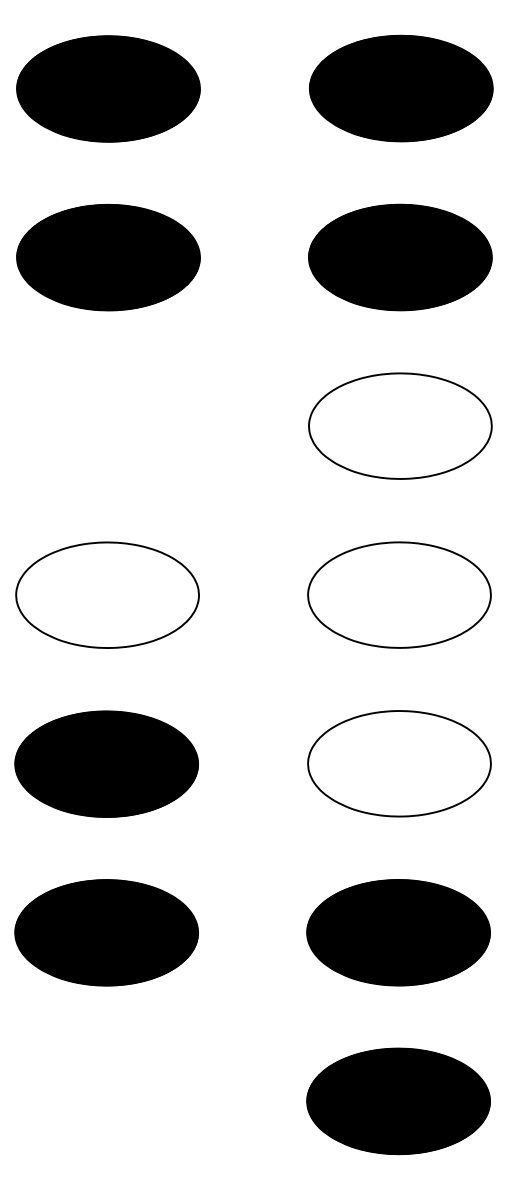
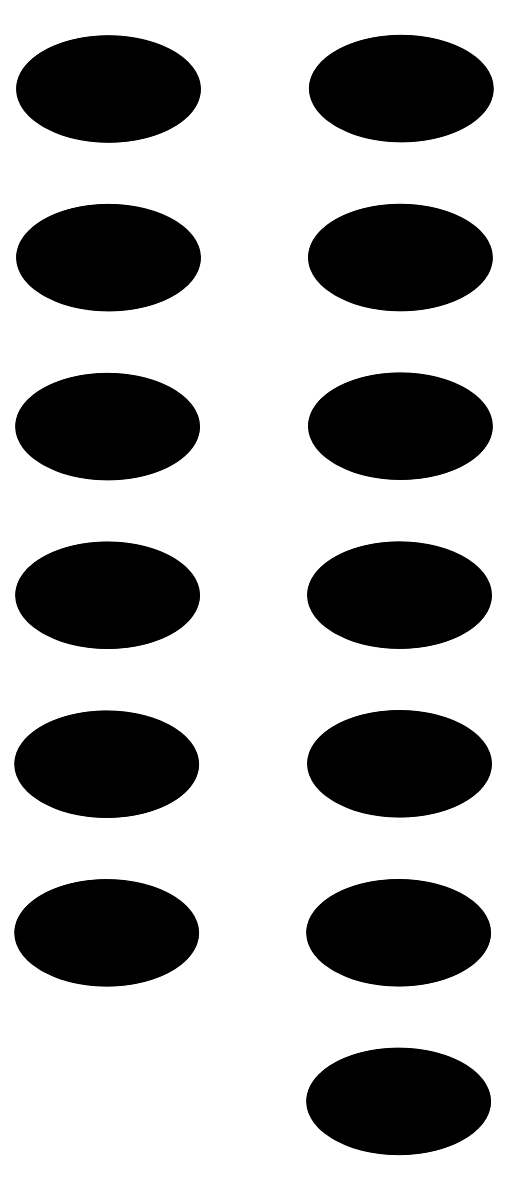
hatch at (400, 425): none -> present
part at (107, 426): none -> present
hatch at (399, 594): none -> present
hatch at (107, 595): none -> present
hatch at (399, 763): none -> present
